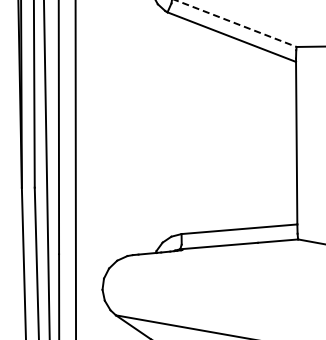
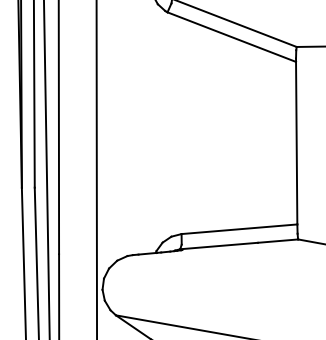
line at (236, 23): dashed -> solid
line at (75, 169) position: (75, 169) -> (96, 169)
